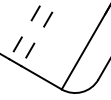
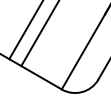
line at (26, 29): dashed -> solid
line at (40, 33): dashed -> solid
